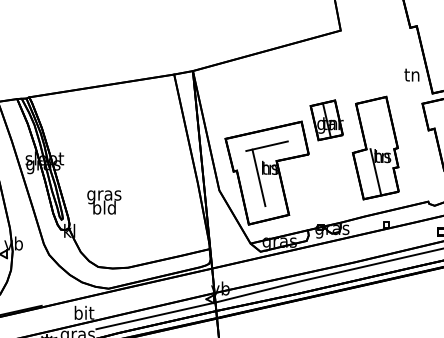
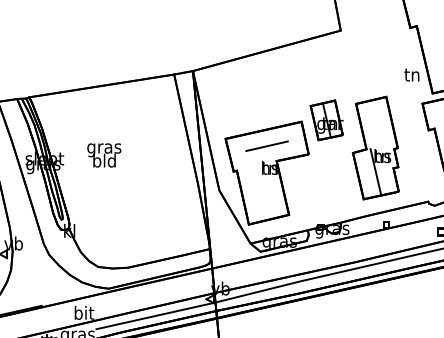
line at (258, 177): present -> none
text at (104, 202) position: (104, 202) -> (104, 155)
